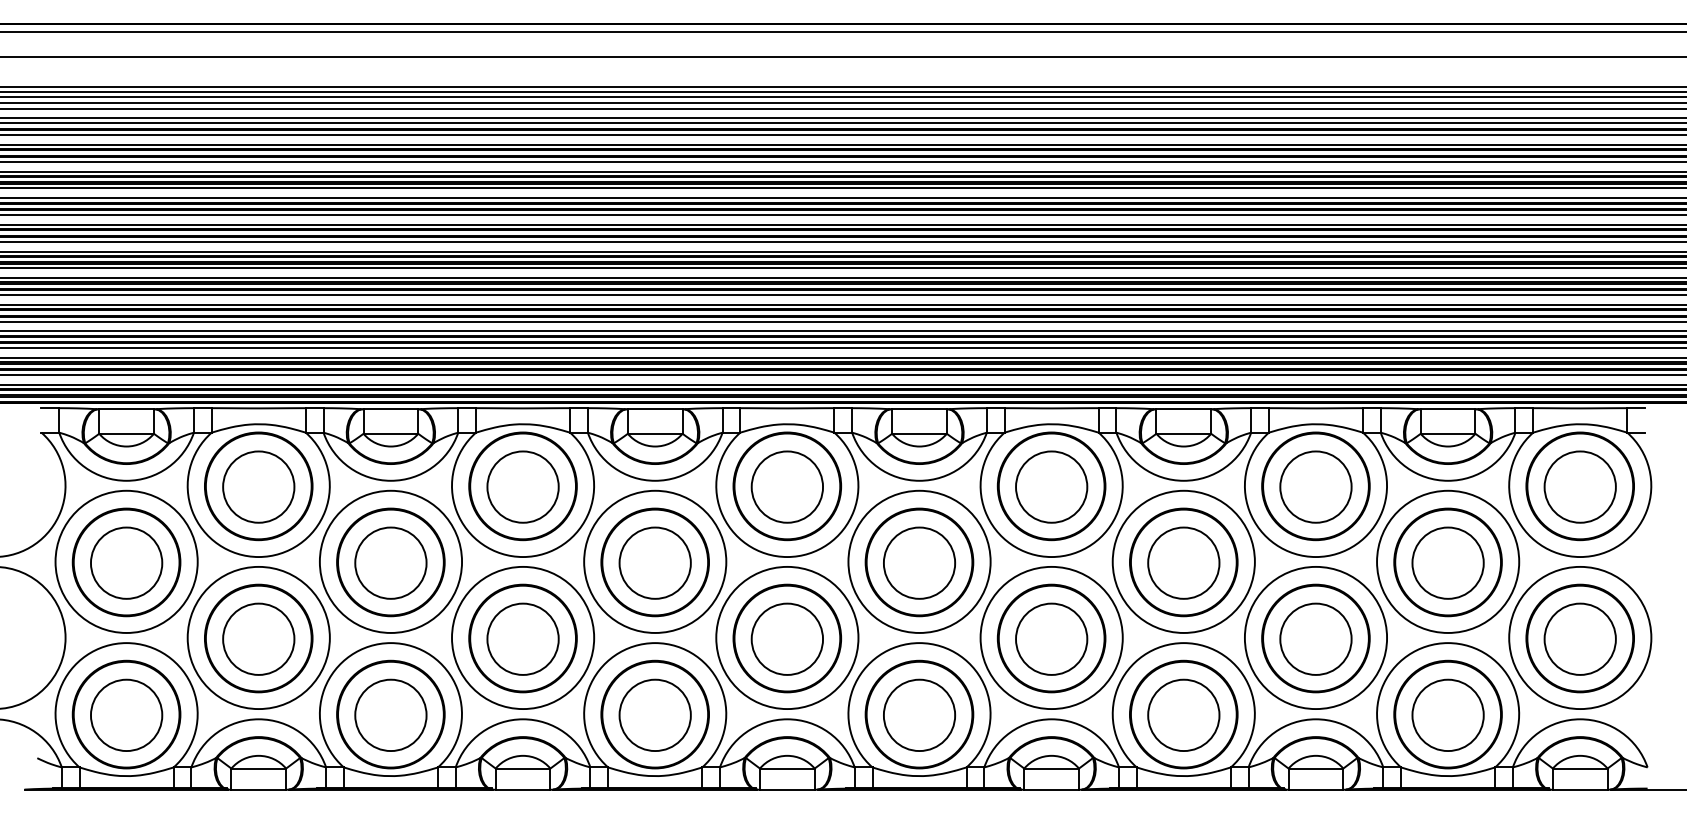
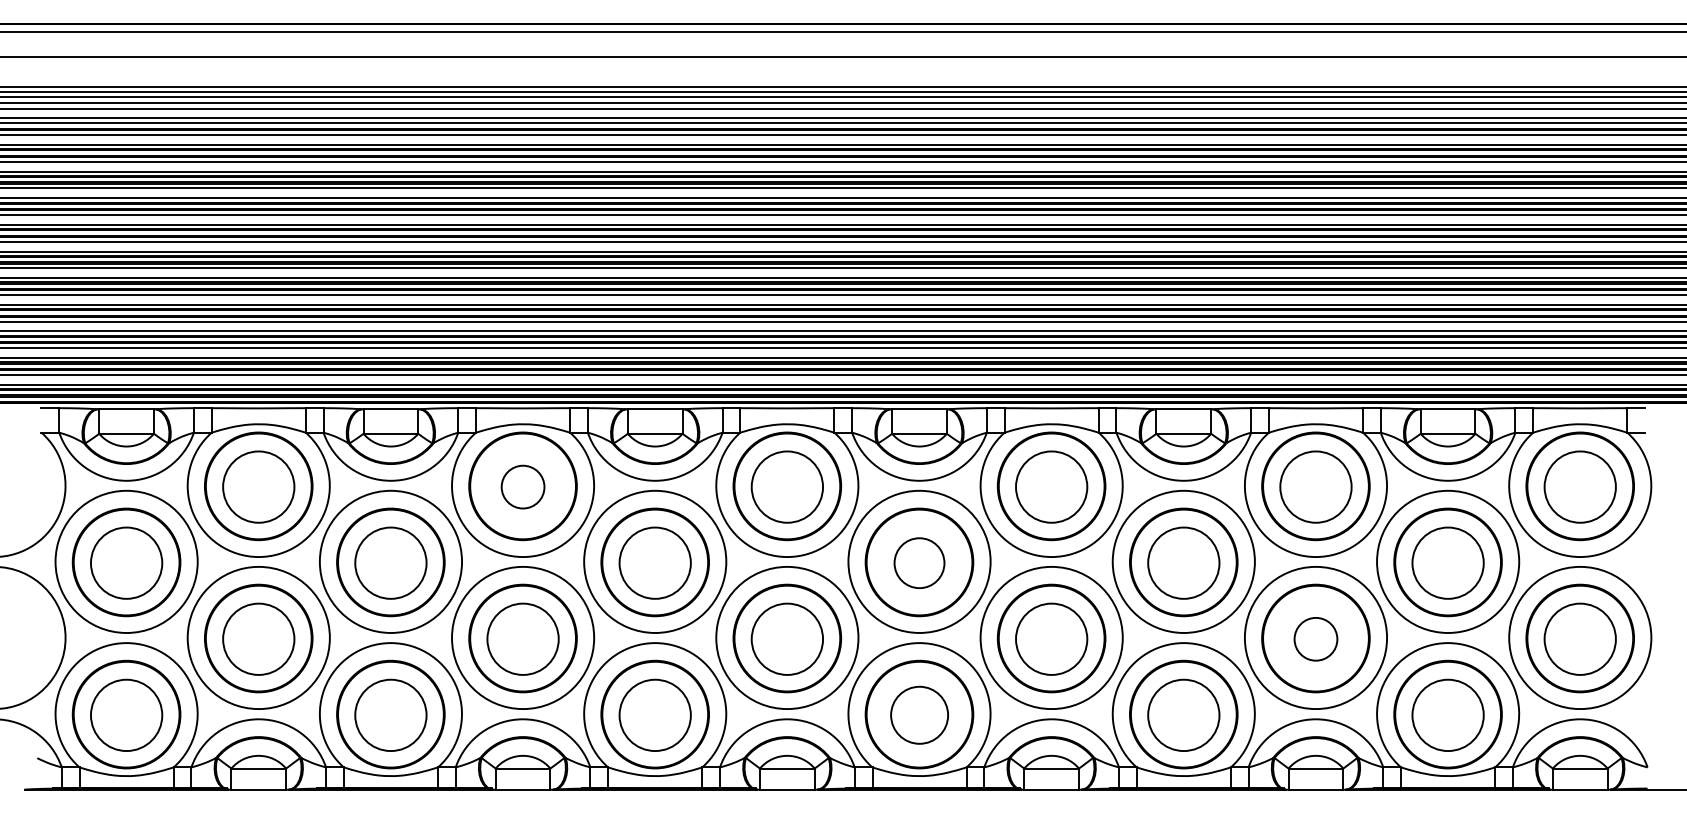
circle at (522, 486) diameter: 71 px -> 43 px
circle at (919, 562) diameter: 71 px -> 50 px
circle at (1315, 638) diameter: 71 px -> 43 px
circle at (919, 714) size: 74x74 px -> 59x60 px
